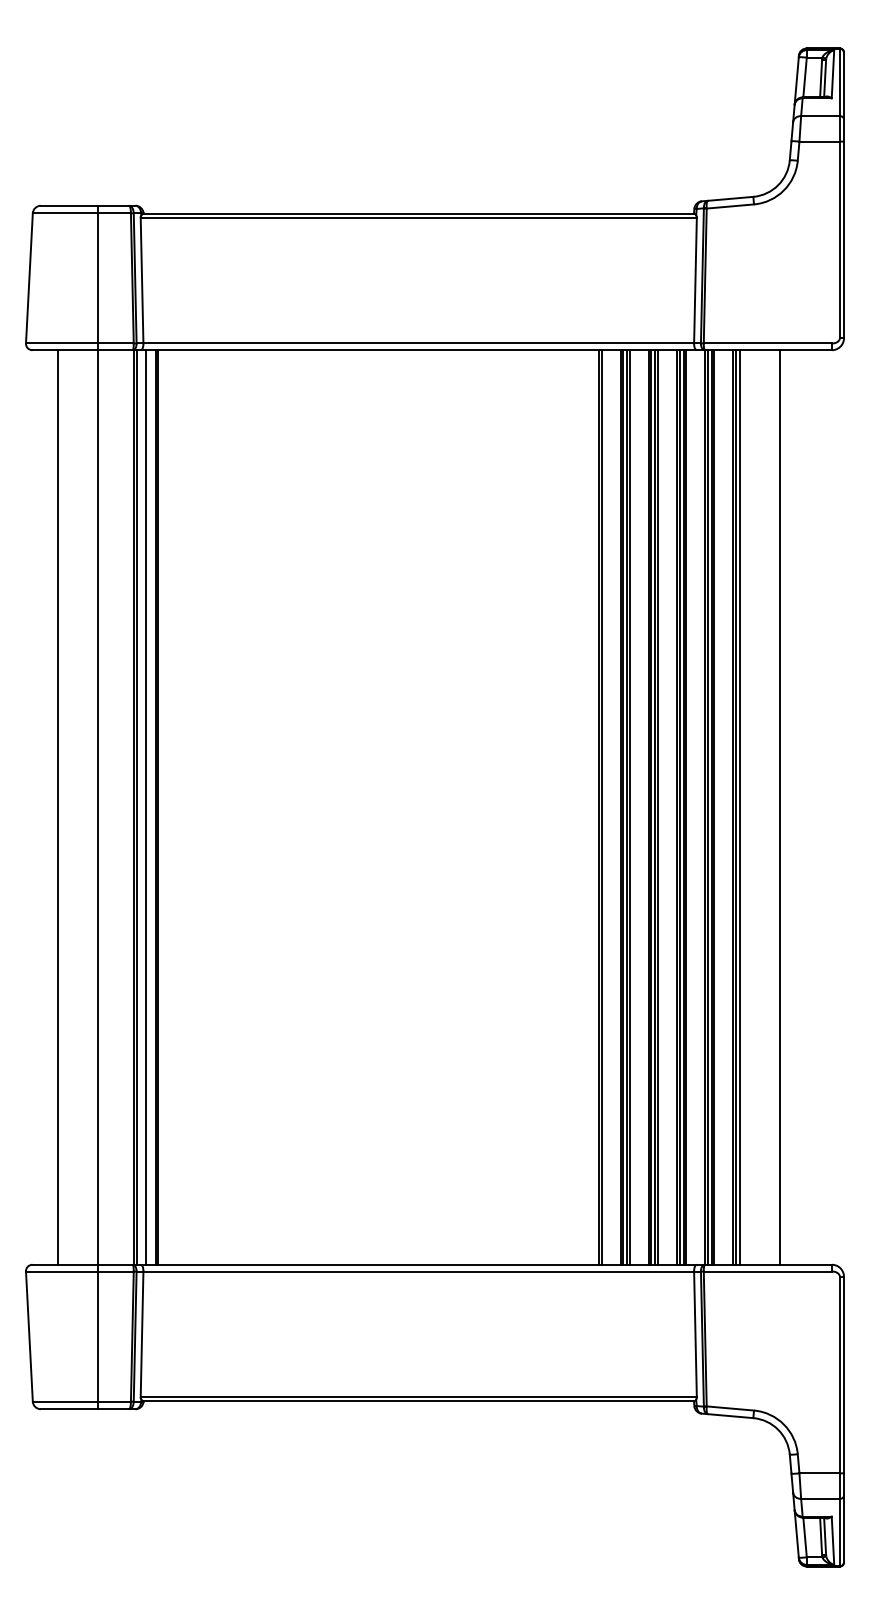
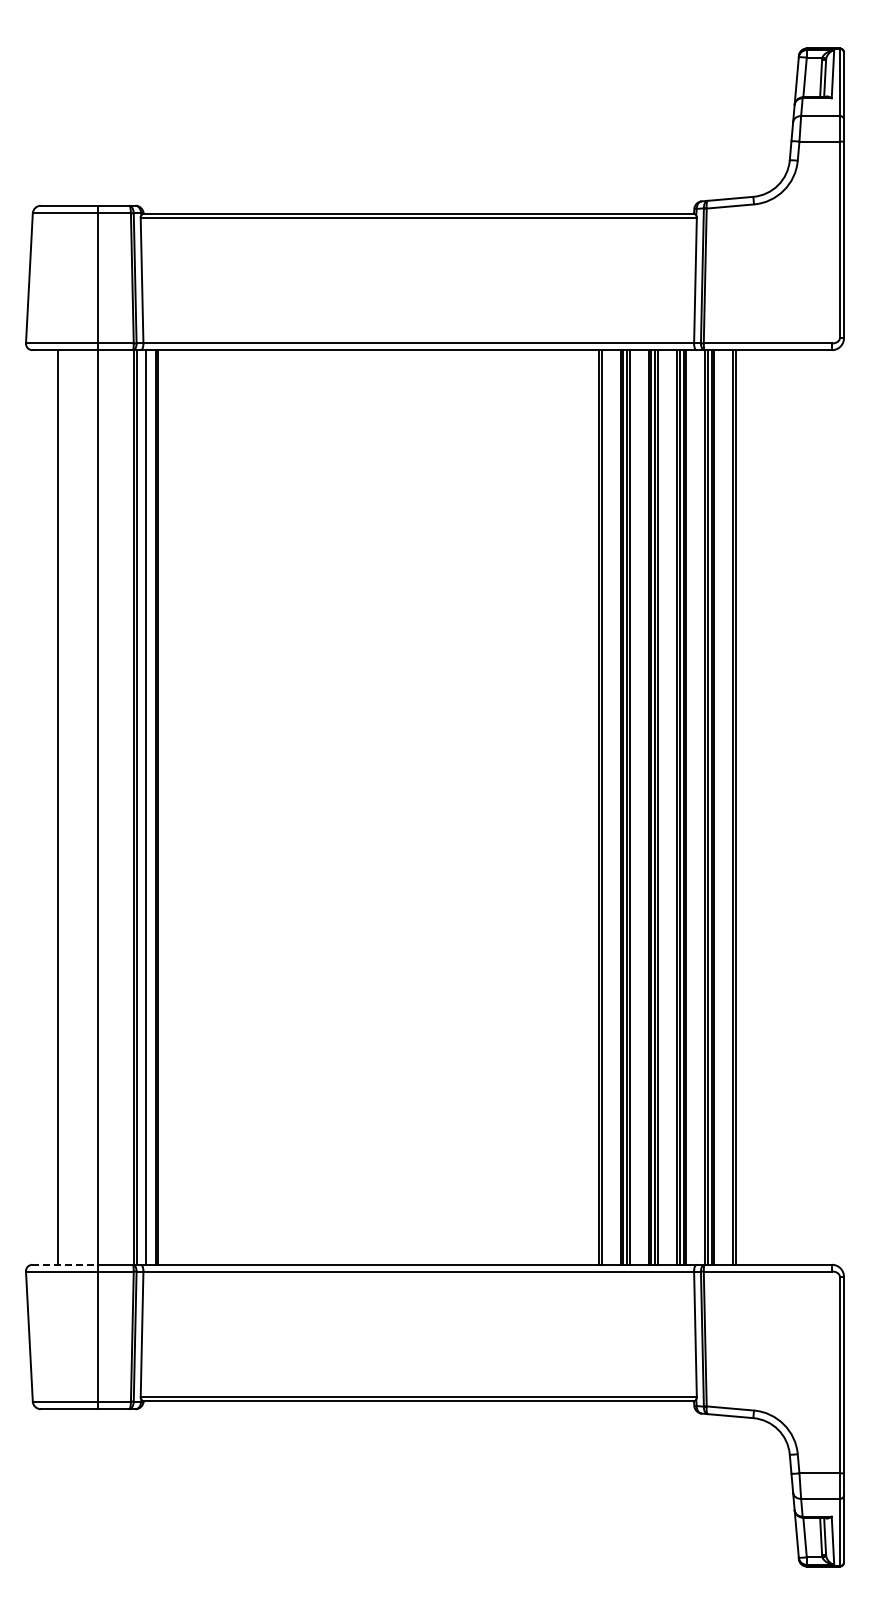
line at (739, 807): present -> none
line at (779, 807): present -> none
line at (65, 1264): solid -> dashed
